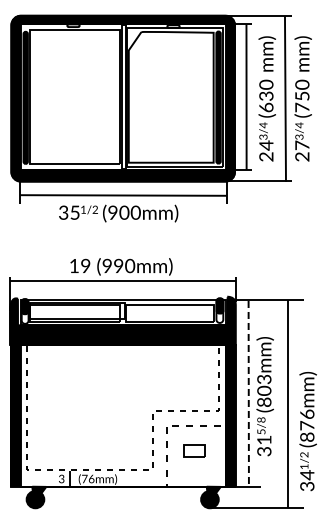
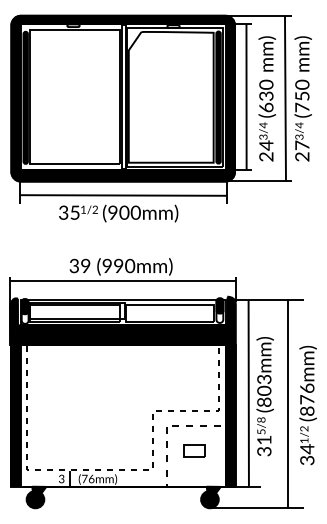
text at (73, 265): 19 -> 39
line at (248, 393): dashed -> solid
text at (307, 431) position: (307, 431) -> (307, 405)
